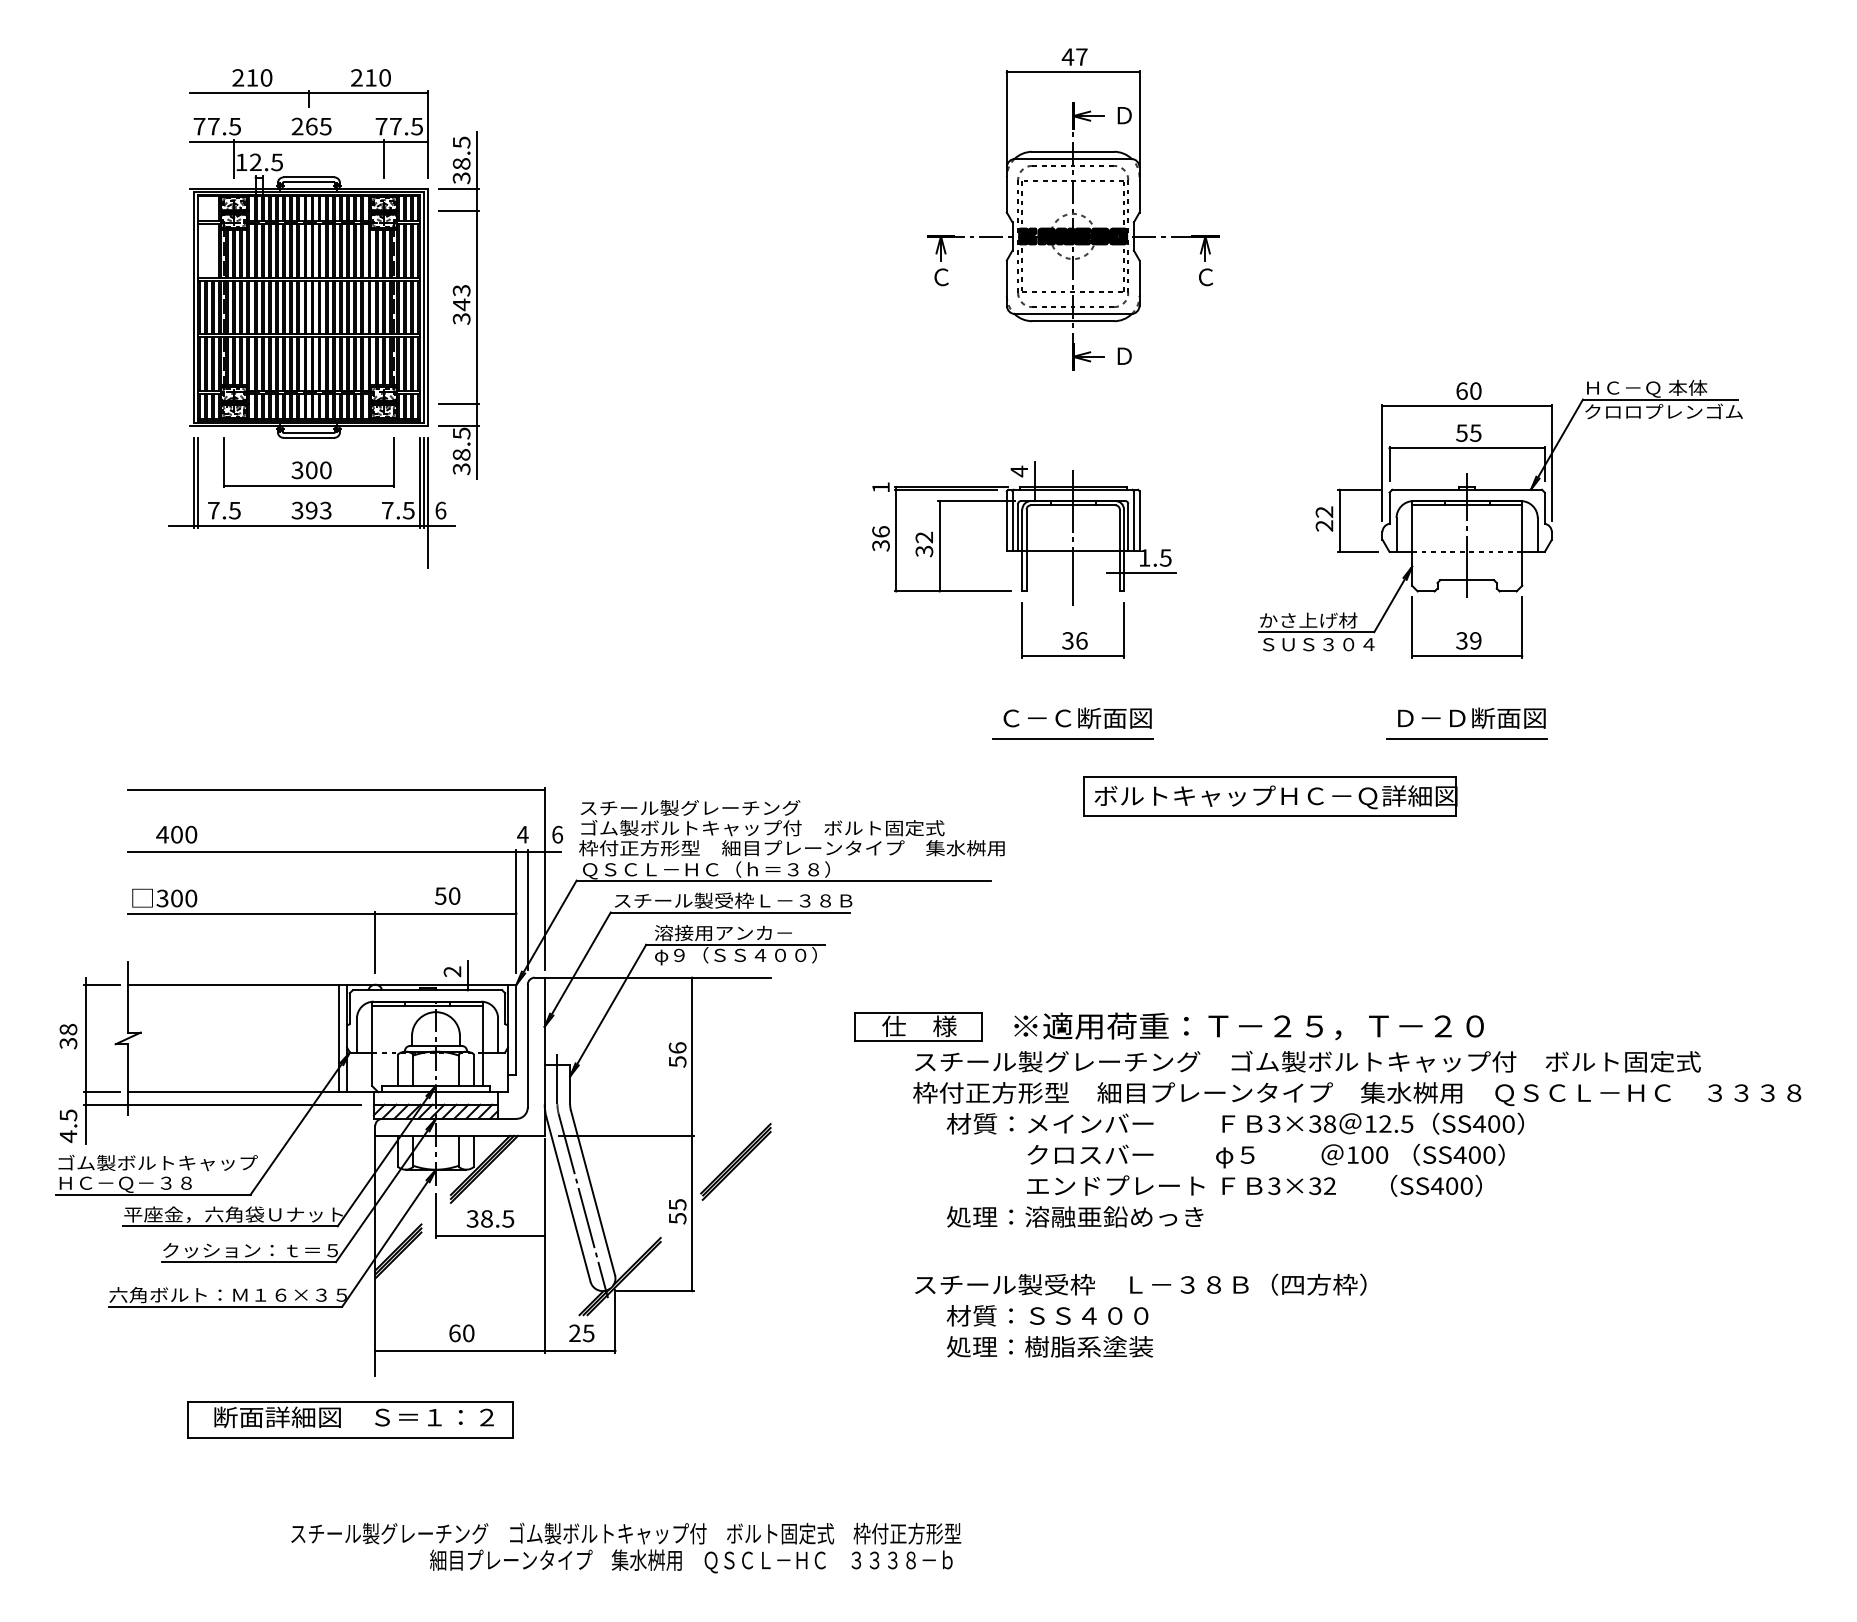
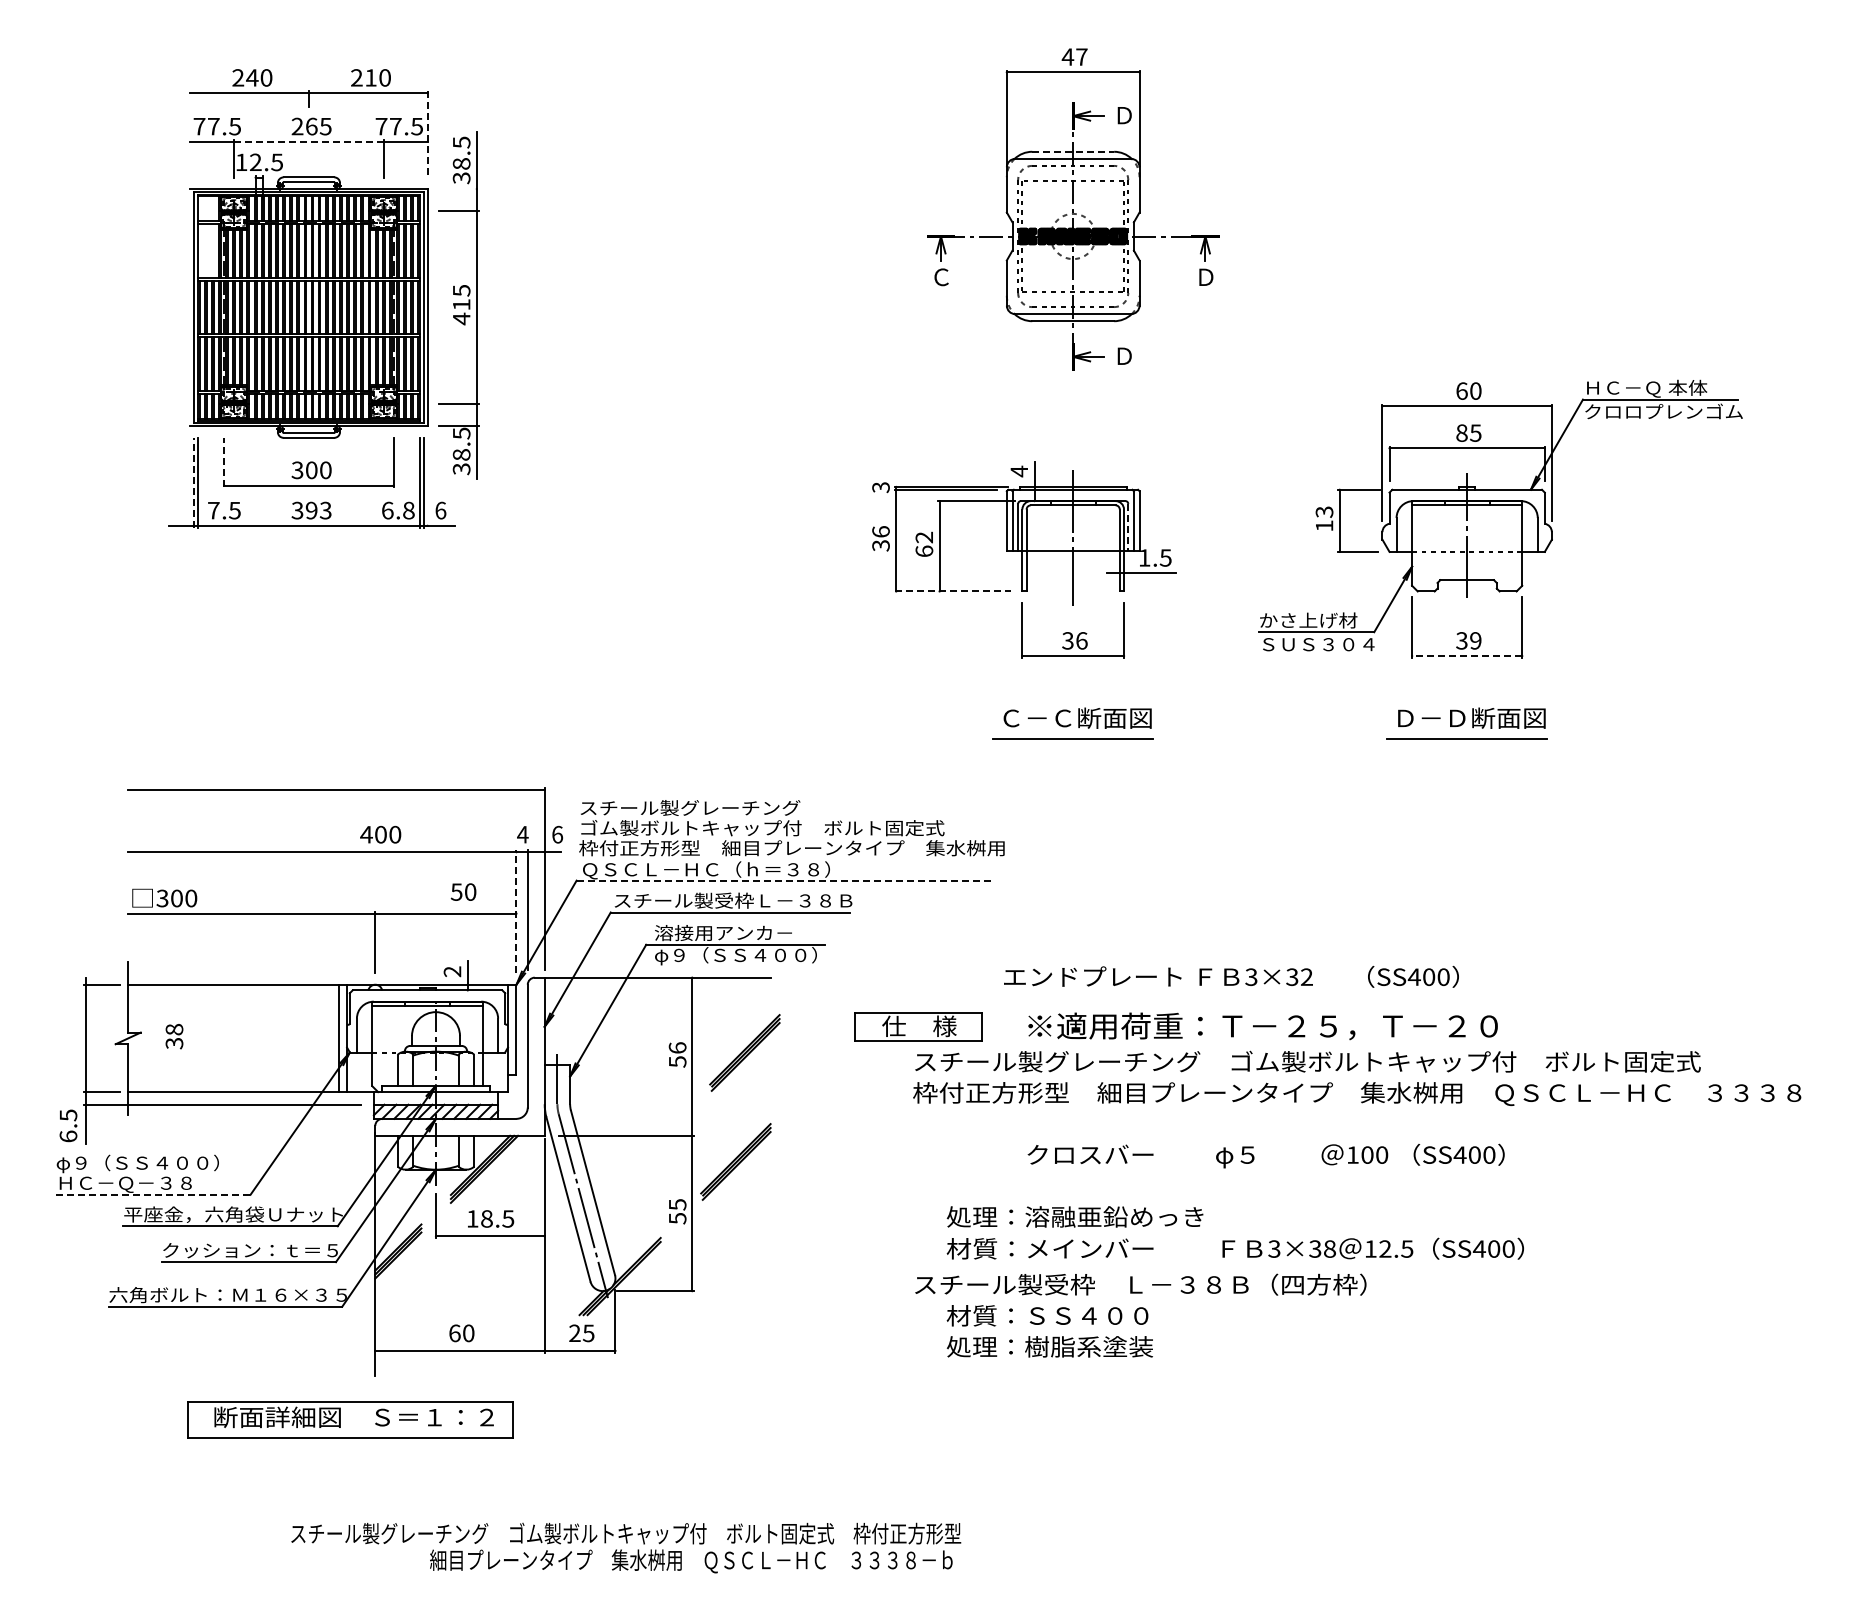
text at (252, 77): 210 -> 240
line at (427, 135): solid -> dashed
line at (308, 141): solid -> dashed
line at (1073, 151): solid -> dashed
line at (458, 189): present -> none
text at (1206, 277): Ｃ -> Ｄ
text at (461, 305): 343 -> 415
text at (1461, 432): 55 -> 85
line at (224, 462): solid -> dashed
line at (193, 482): solid -> dashed
text at (880, 487): 1 -> 3
line at (427, 502): present -> none
text at (398, 510): 7.5 -> 6.8
text at (1324, 518): 22 -> 13
line at (1128, 527): solid -> dashed
text at (924, 551): 32 -> 62
line at (953, 591): solid -> dashed
line at (1466, 656): solid -> dashed
part at (1270, 796): present -> none
text at (176, 834) position: (176, 834) -> (380, 834)
line at (784, 880): solid -> dashed
text at (447, 895) position: (447, 895) -> (463, 891)
line at (516, 911): solid -> dashed
text at (1248, 1026) position: (1248, 1026) -> (1262, 1026)
text at (68, 1036) position: (68, 1036) -> (174, 1036)
part at (744, 1052): none -> present
text at (1234, 1123) position: (1234, 1123) -> (1234, 1248)
text at (68, 1136): 4.5 -> 6.5
text at (156, 1163): ゴム製ボルトキャップ -> φ９（ＳＳ４００）
text at (1254, 1185) position: (1254, 1185) -> (1231, 976)
line at (153, 1194): solid -> dashed
text at (472, 1218): 38.5 -> 18.5
